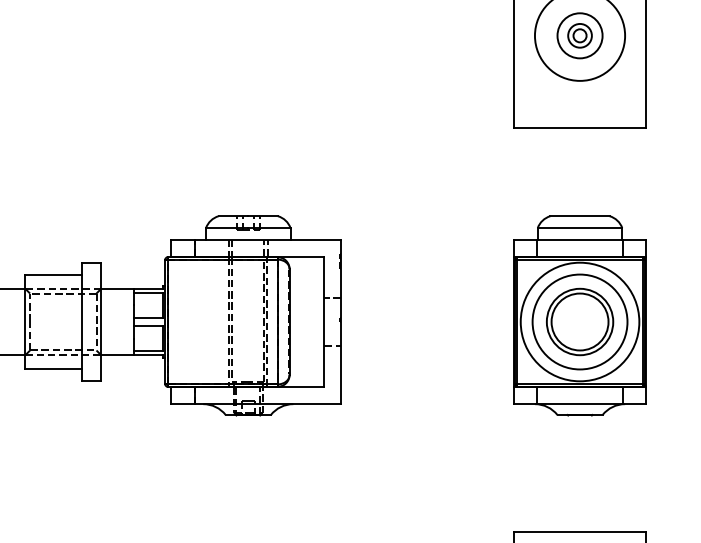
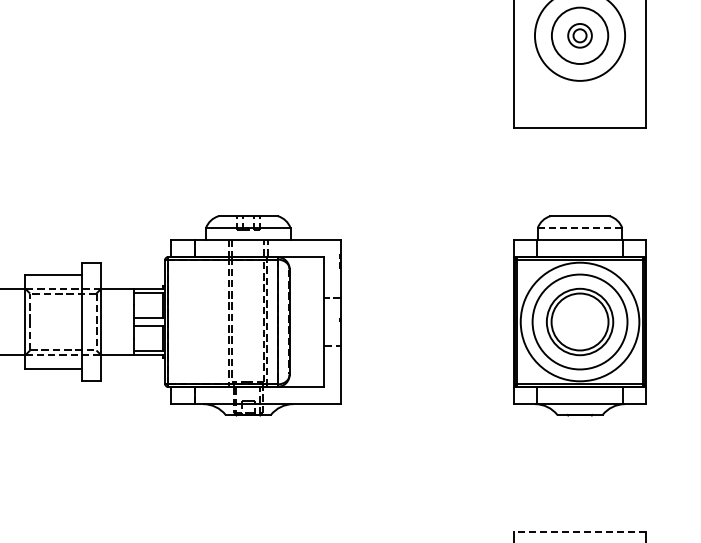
circle at (579, 35) diameter: 45 px -> 56 px
line at (579, 228): solid -> dashed
line at (579, 532): solid -> dashed
